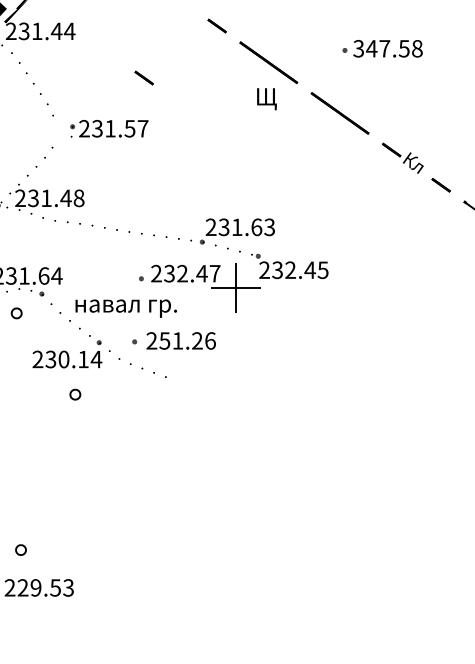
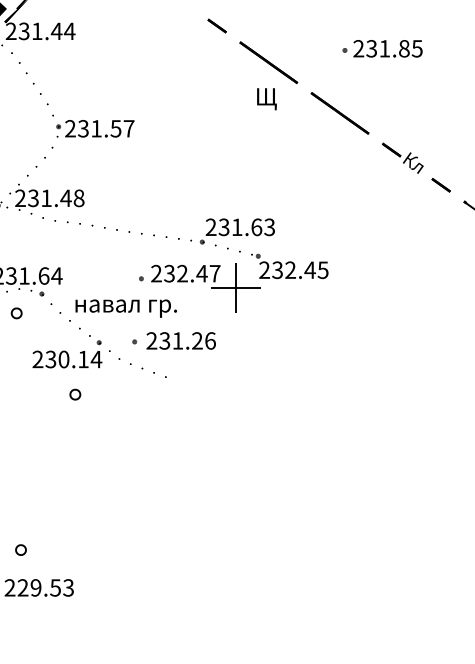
text at (387, 48): 347.58 -> 231.85
line at (143, 77): present -> none
text at (109, 128) position: (109, 128) -> (95, 128)
text at (165, 340): 251.26 -> 231.26
